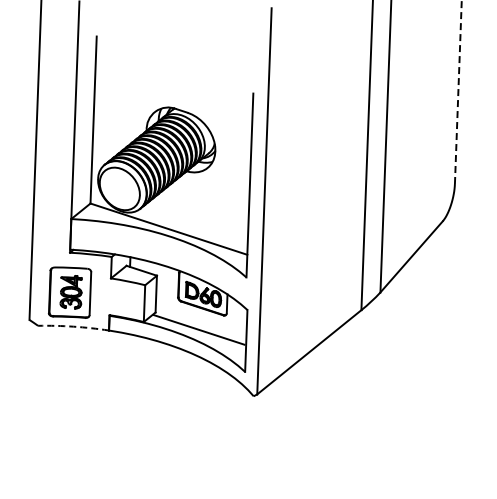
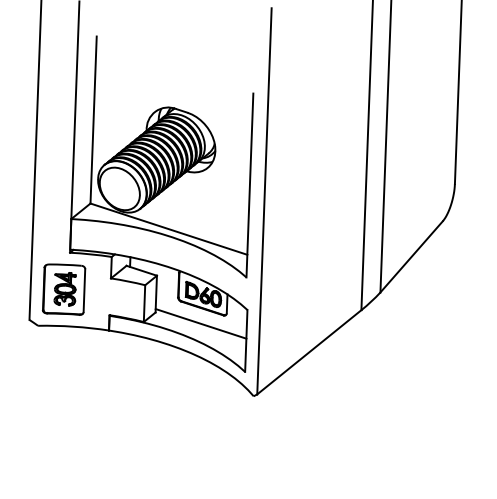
line at (458, 92): dashed -> solid
part at (70, 292) position: (70, 292) -> (64, 289)
arc at (73, 326): dashed -> solid
line at (198, 329) position: (198, 329) -> (200, 323)
